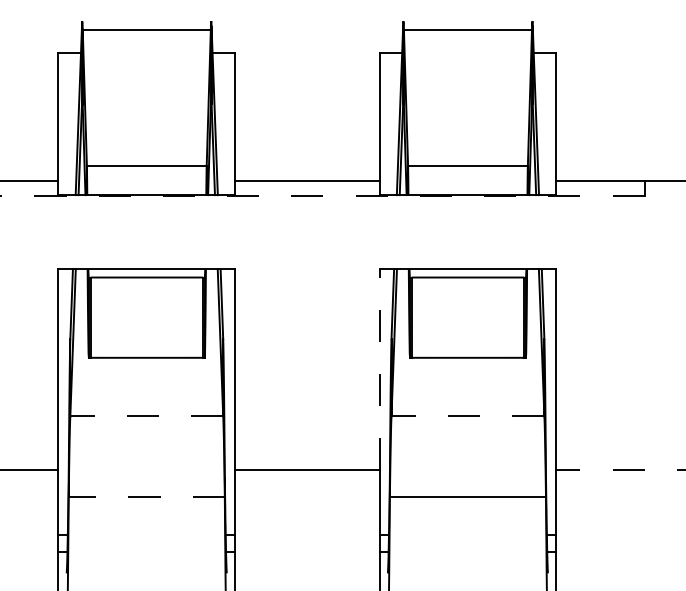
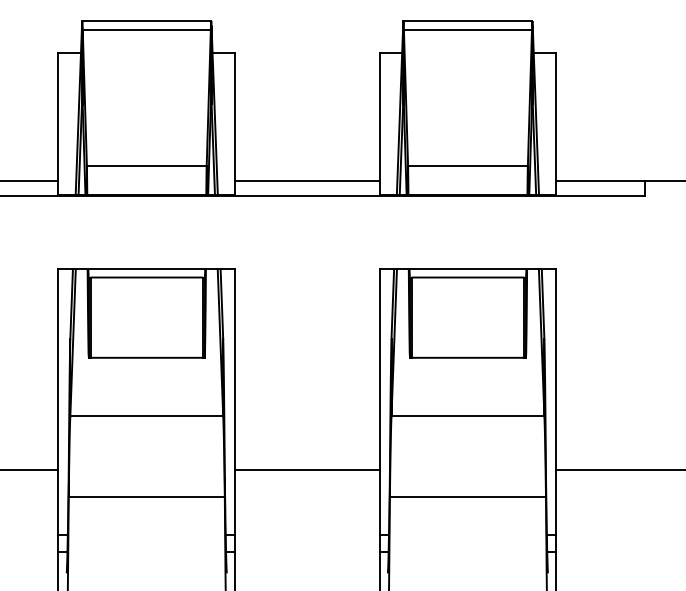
line at (146, 20): none -> present
line at (467, 20): none -> present
line at (321, 196): dashed -> solid
line at (379, 369): dashed -> solid
line at (146, 416): dashed -> solid
line at (467, 416): dashed -> solid
line at (620, 470): dashed -> solid
line at (146, 497): dashed -> solid
